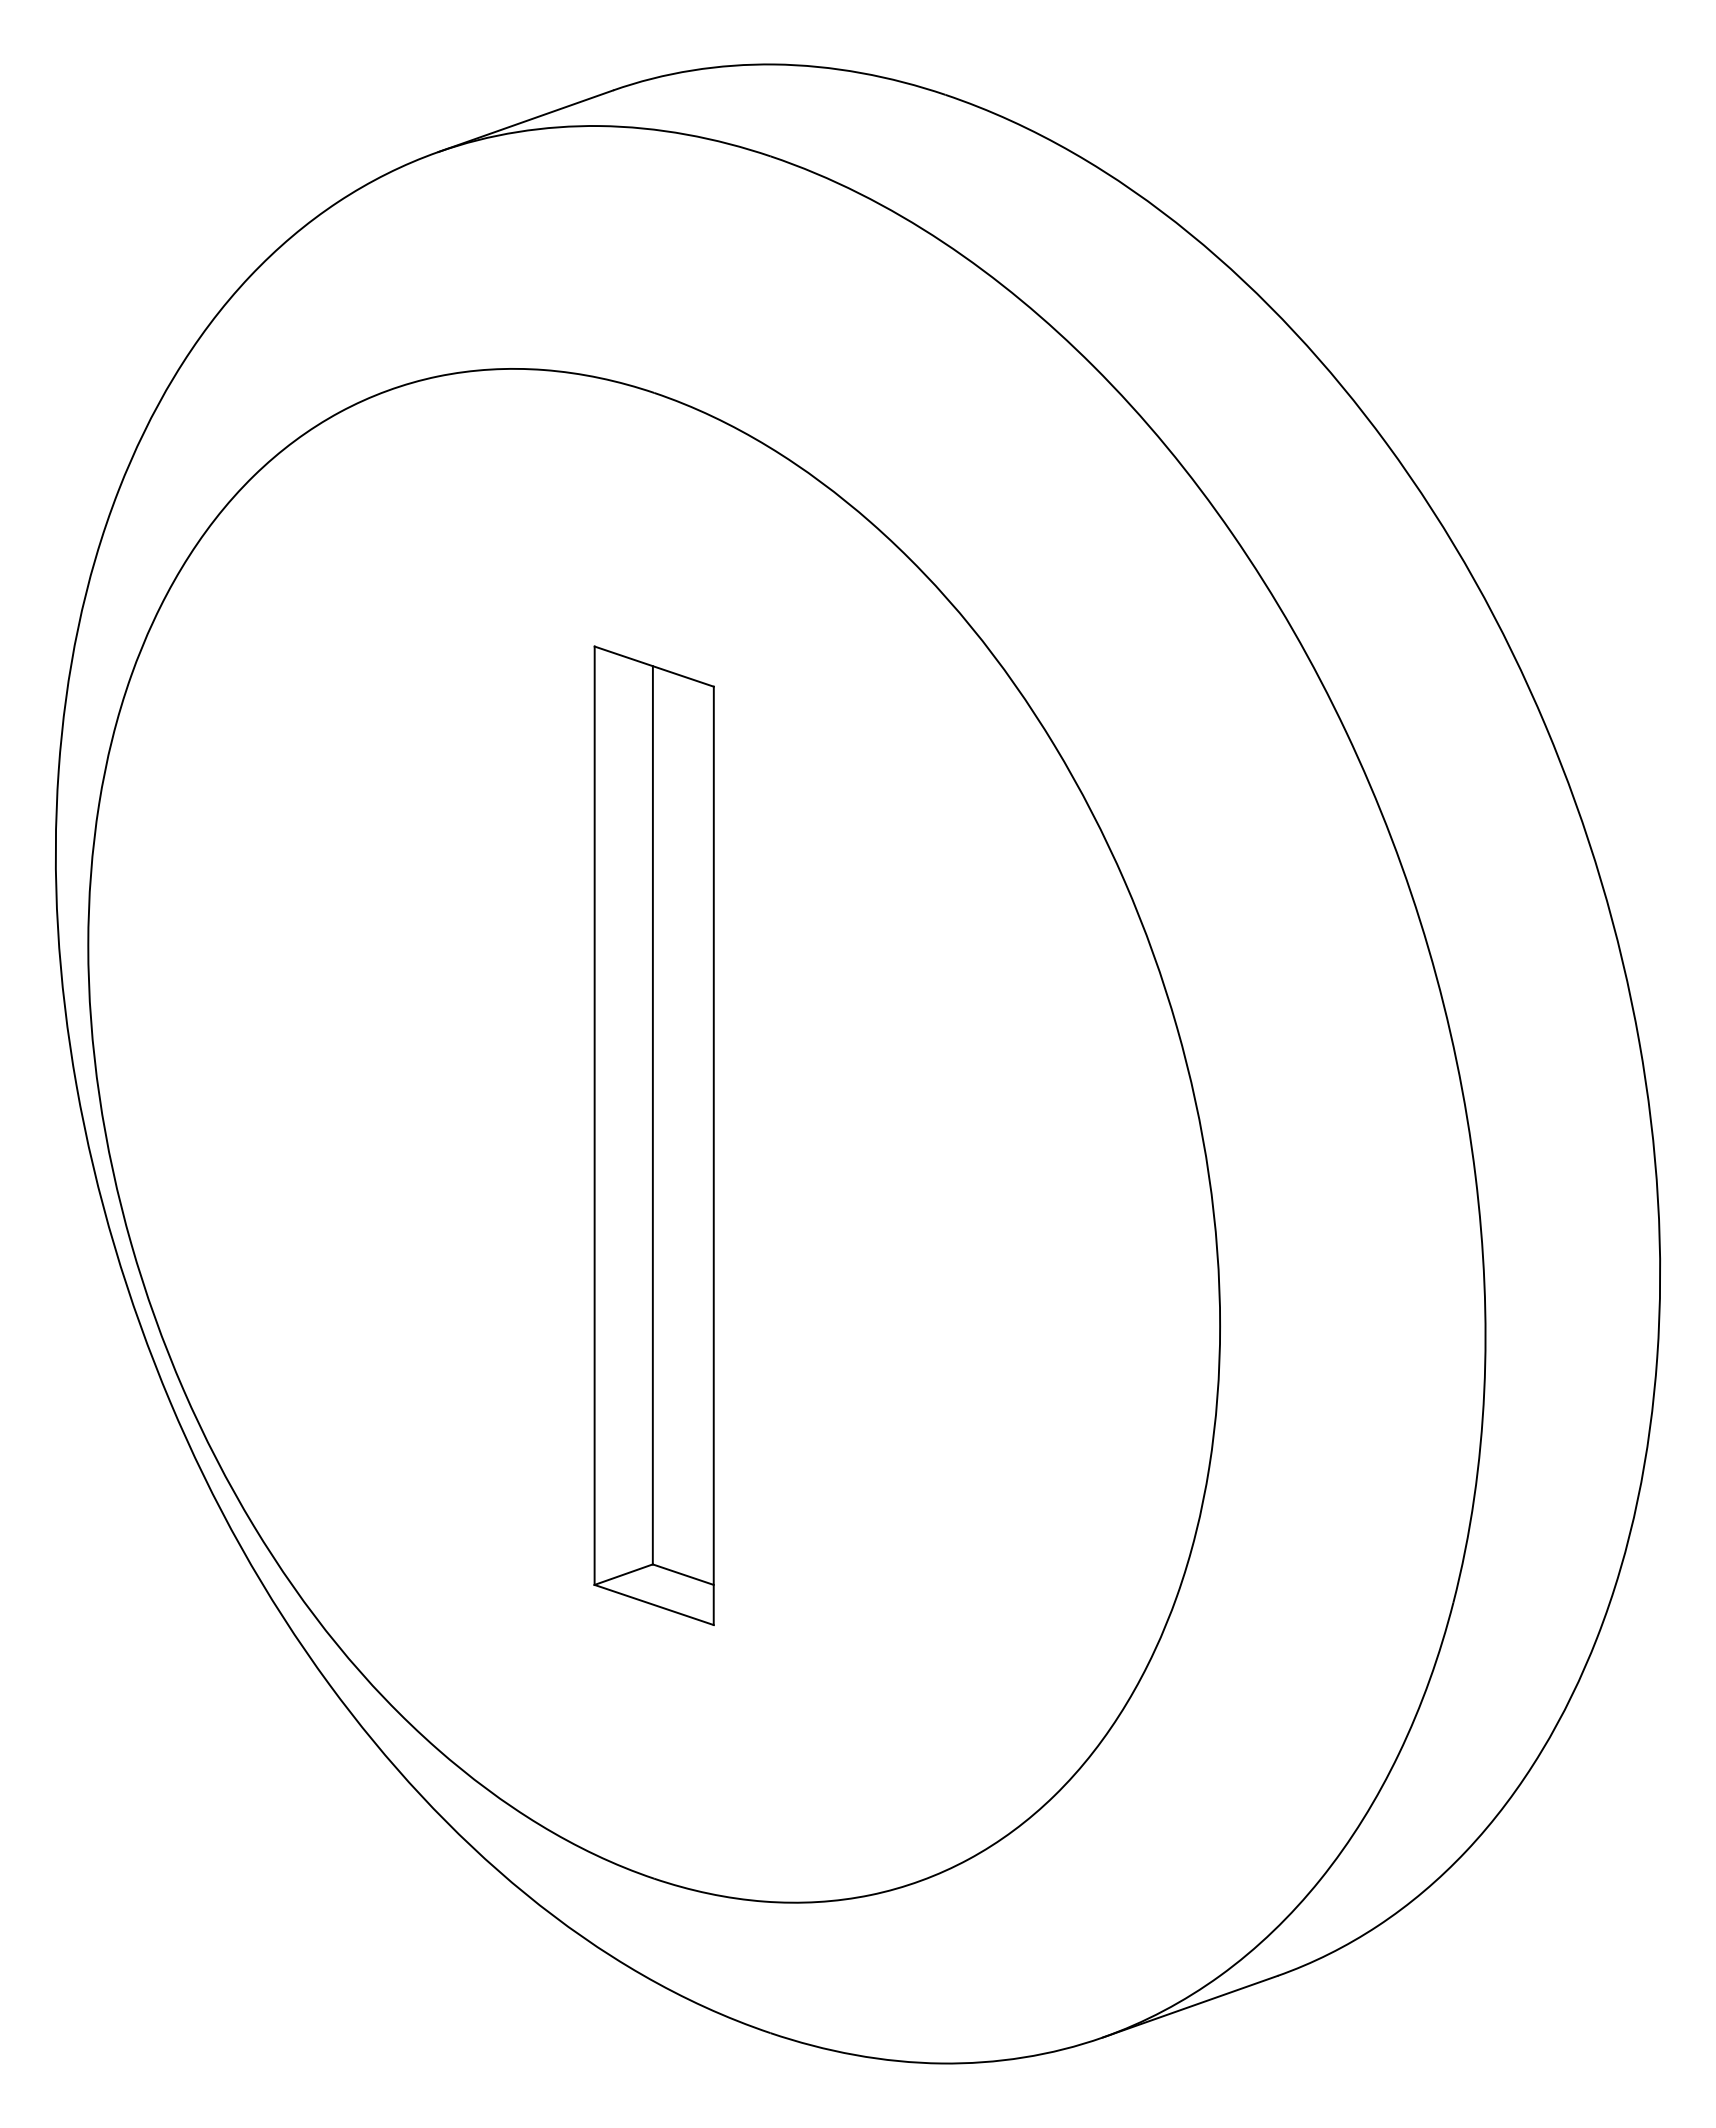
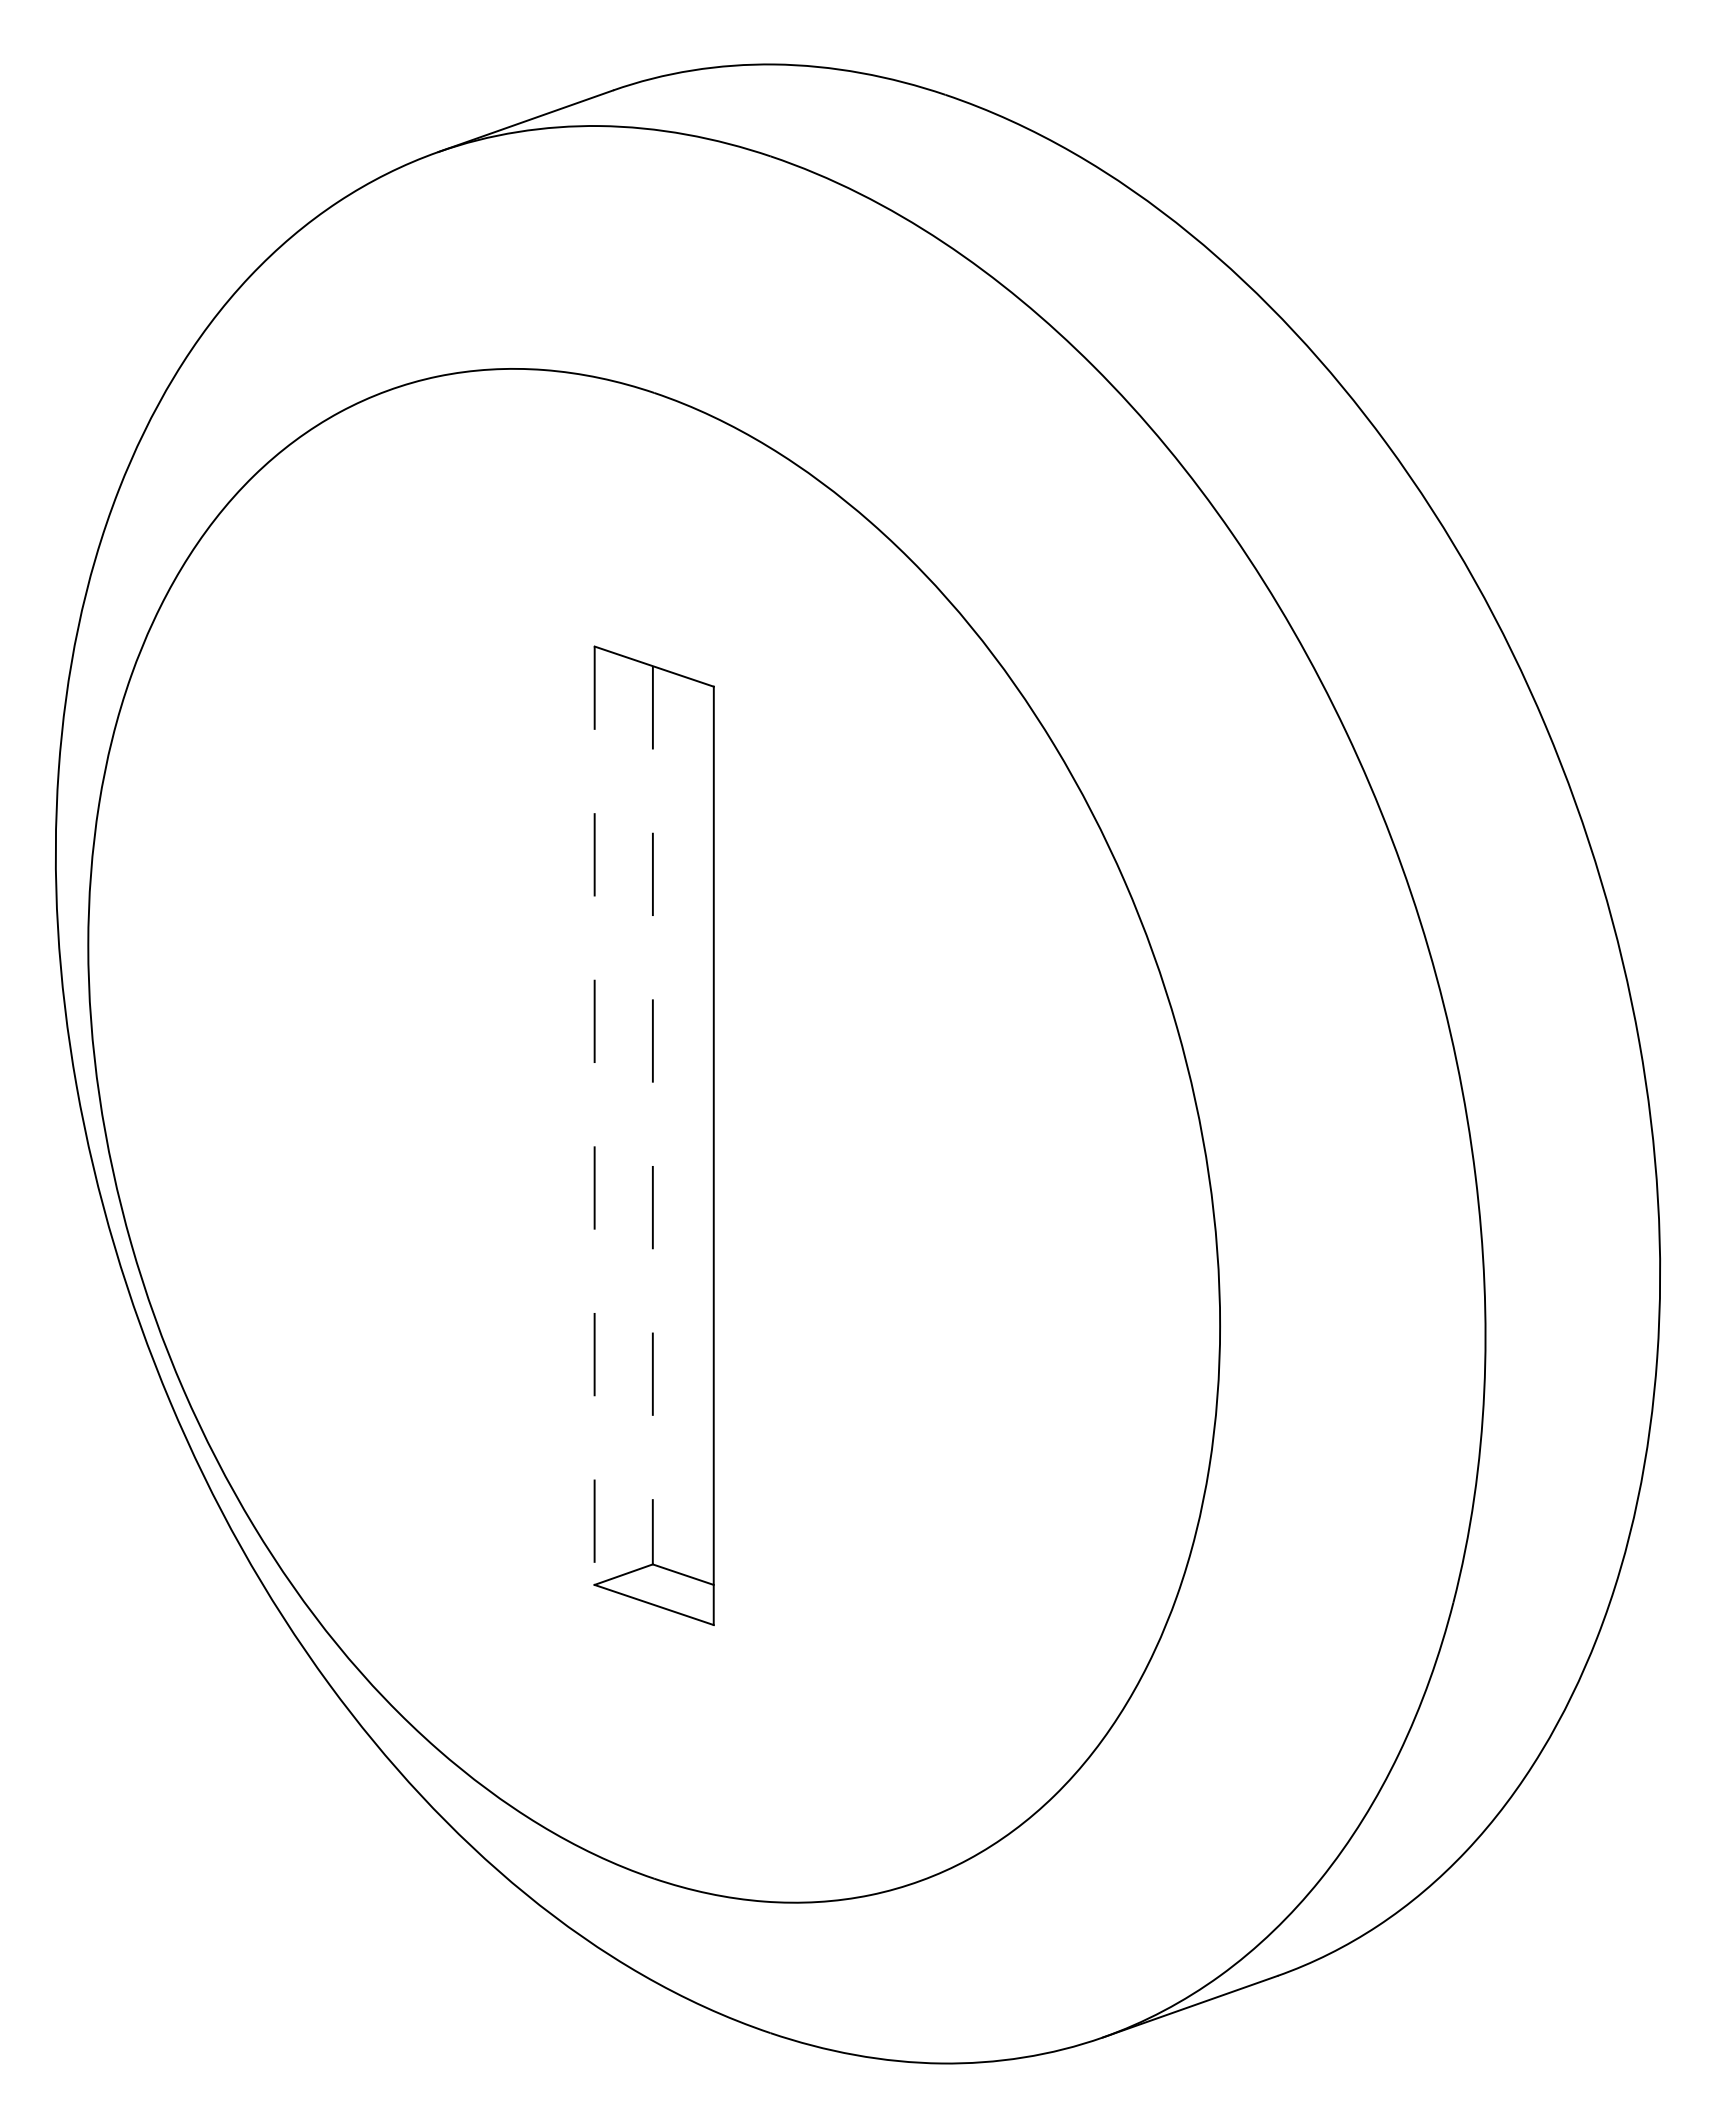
line at (652, 1115): solid -> dashed
line at (594, 1116): solid -> dashed
